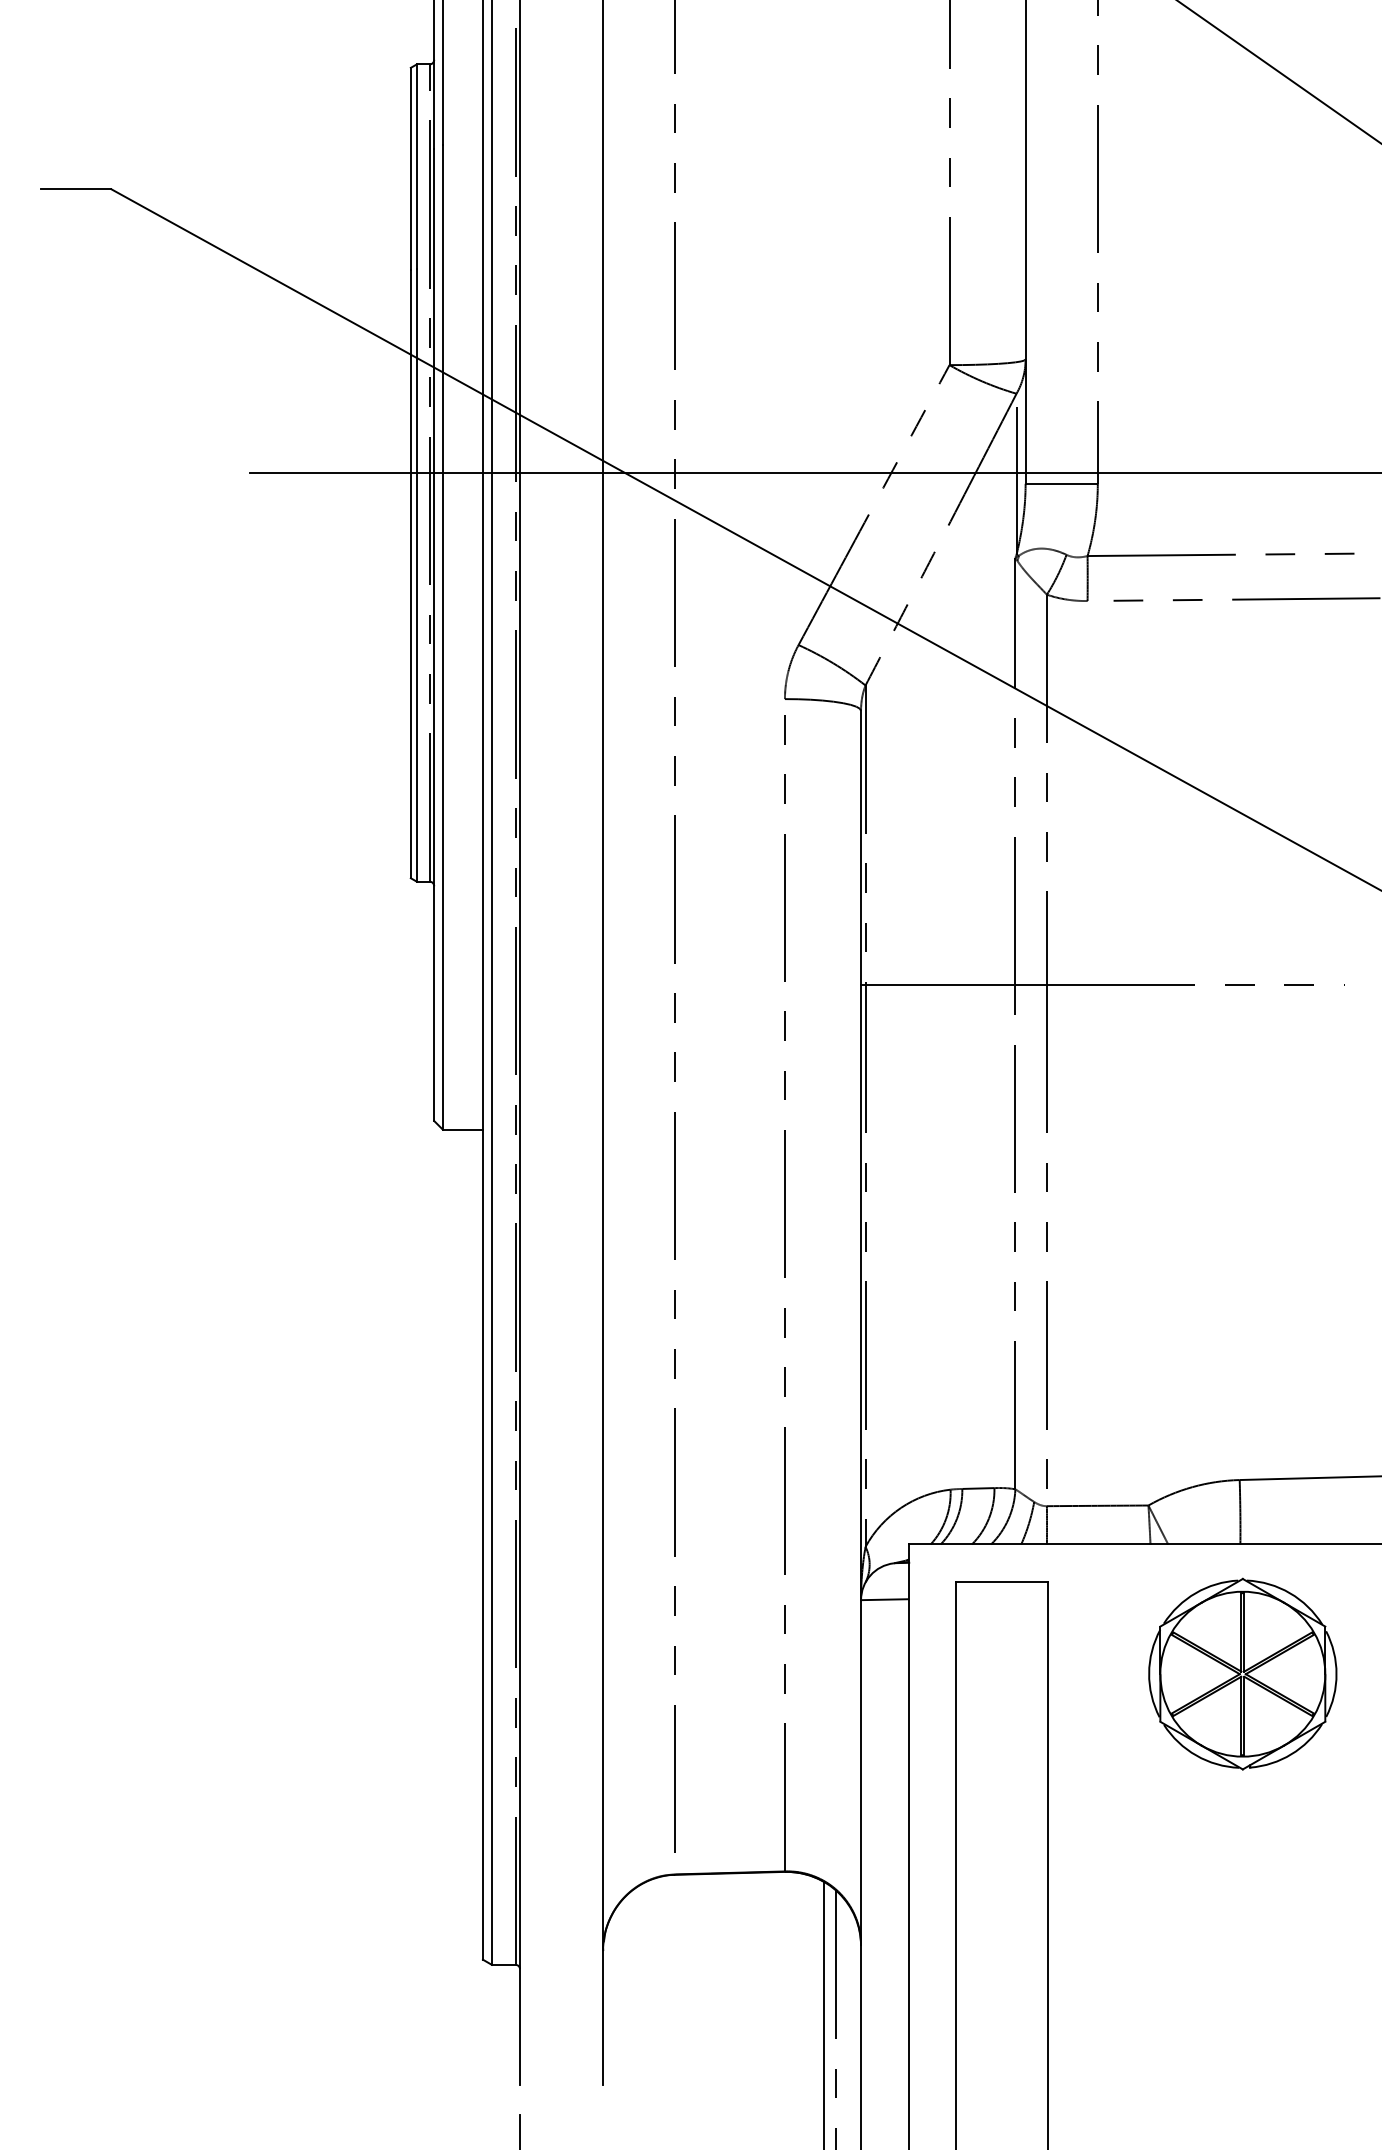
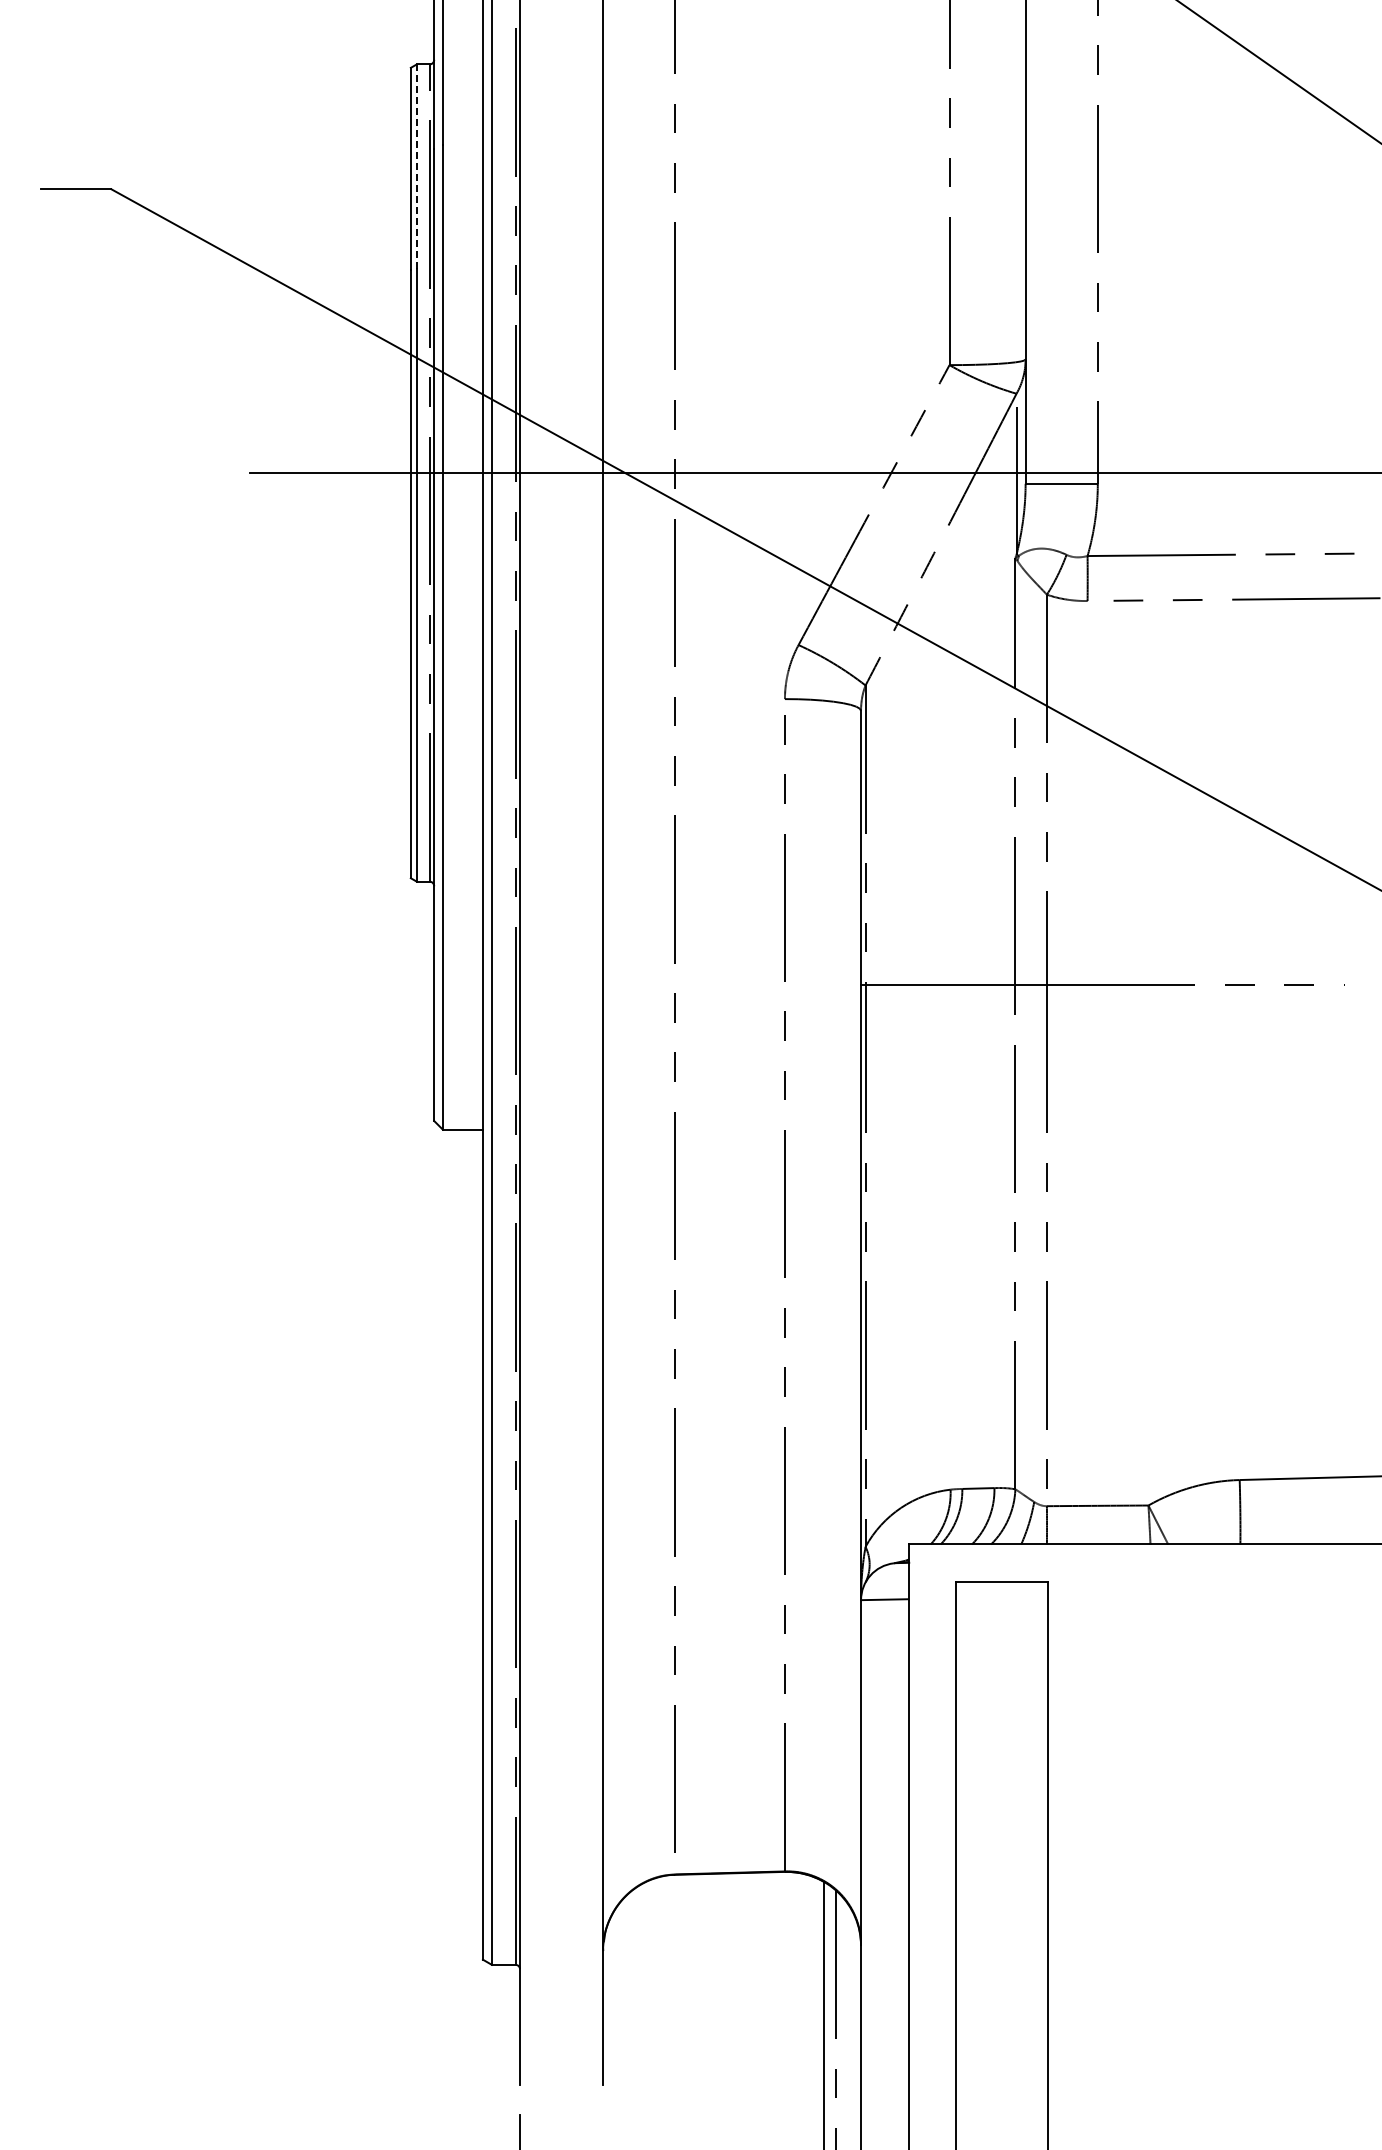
line at (416, 166): solid -> dashed
part at (1242, 1673): present -> none
